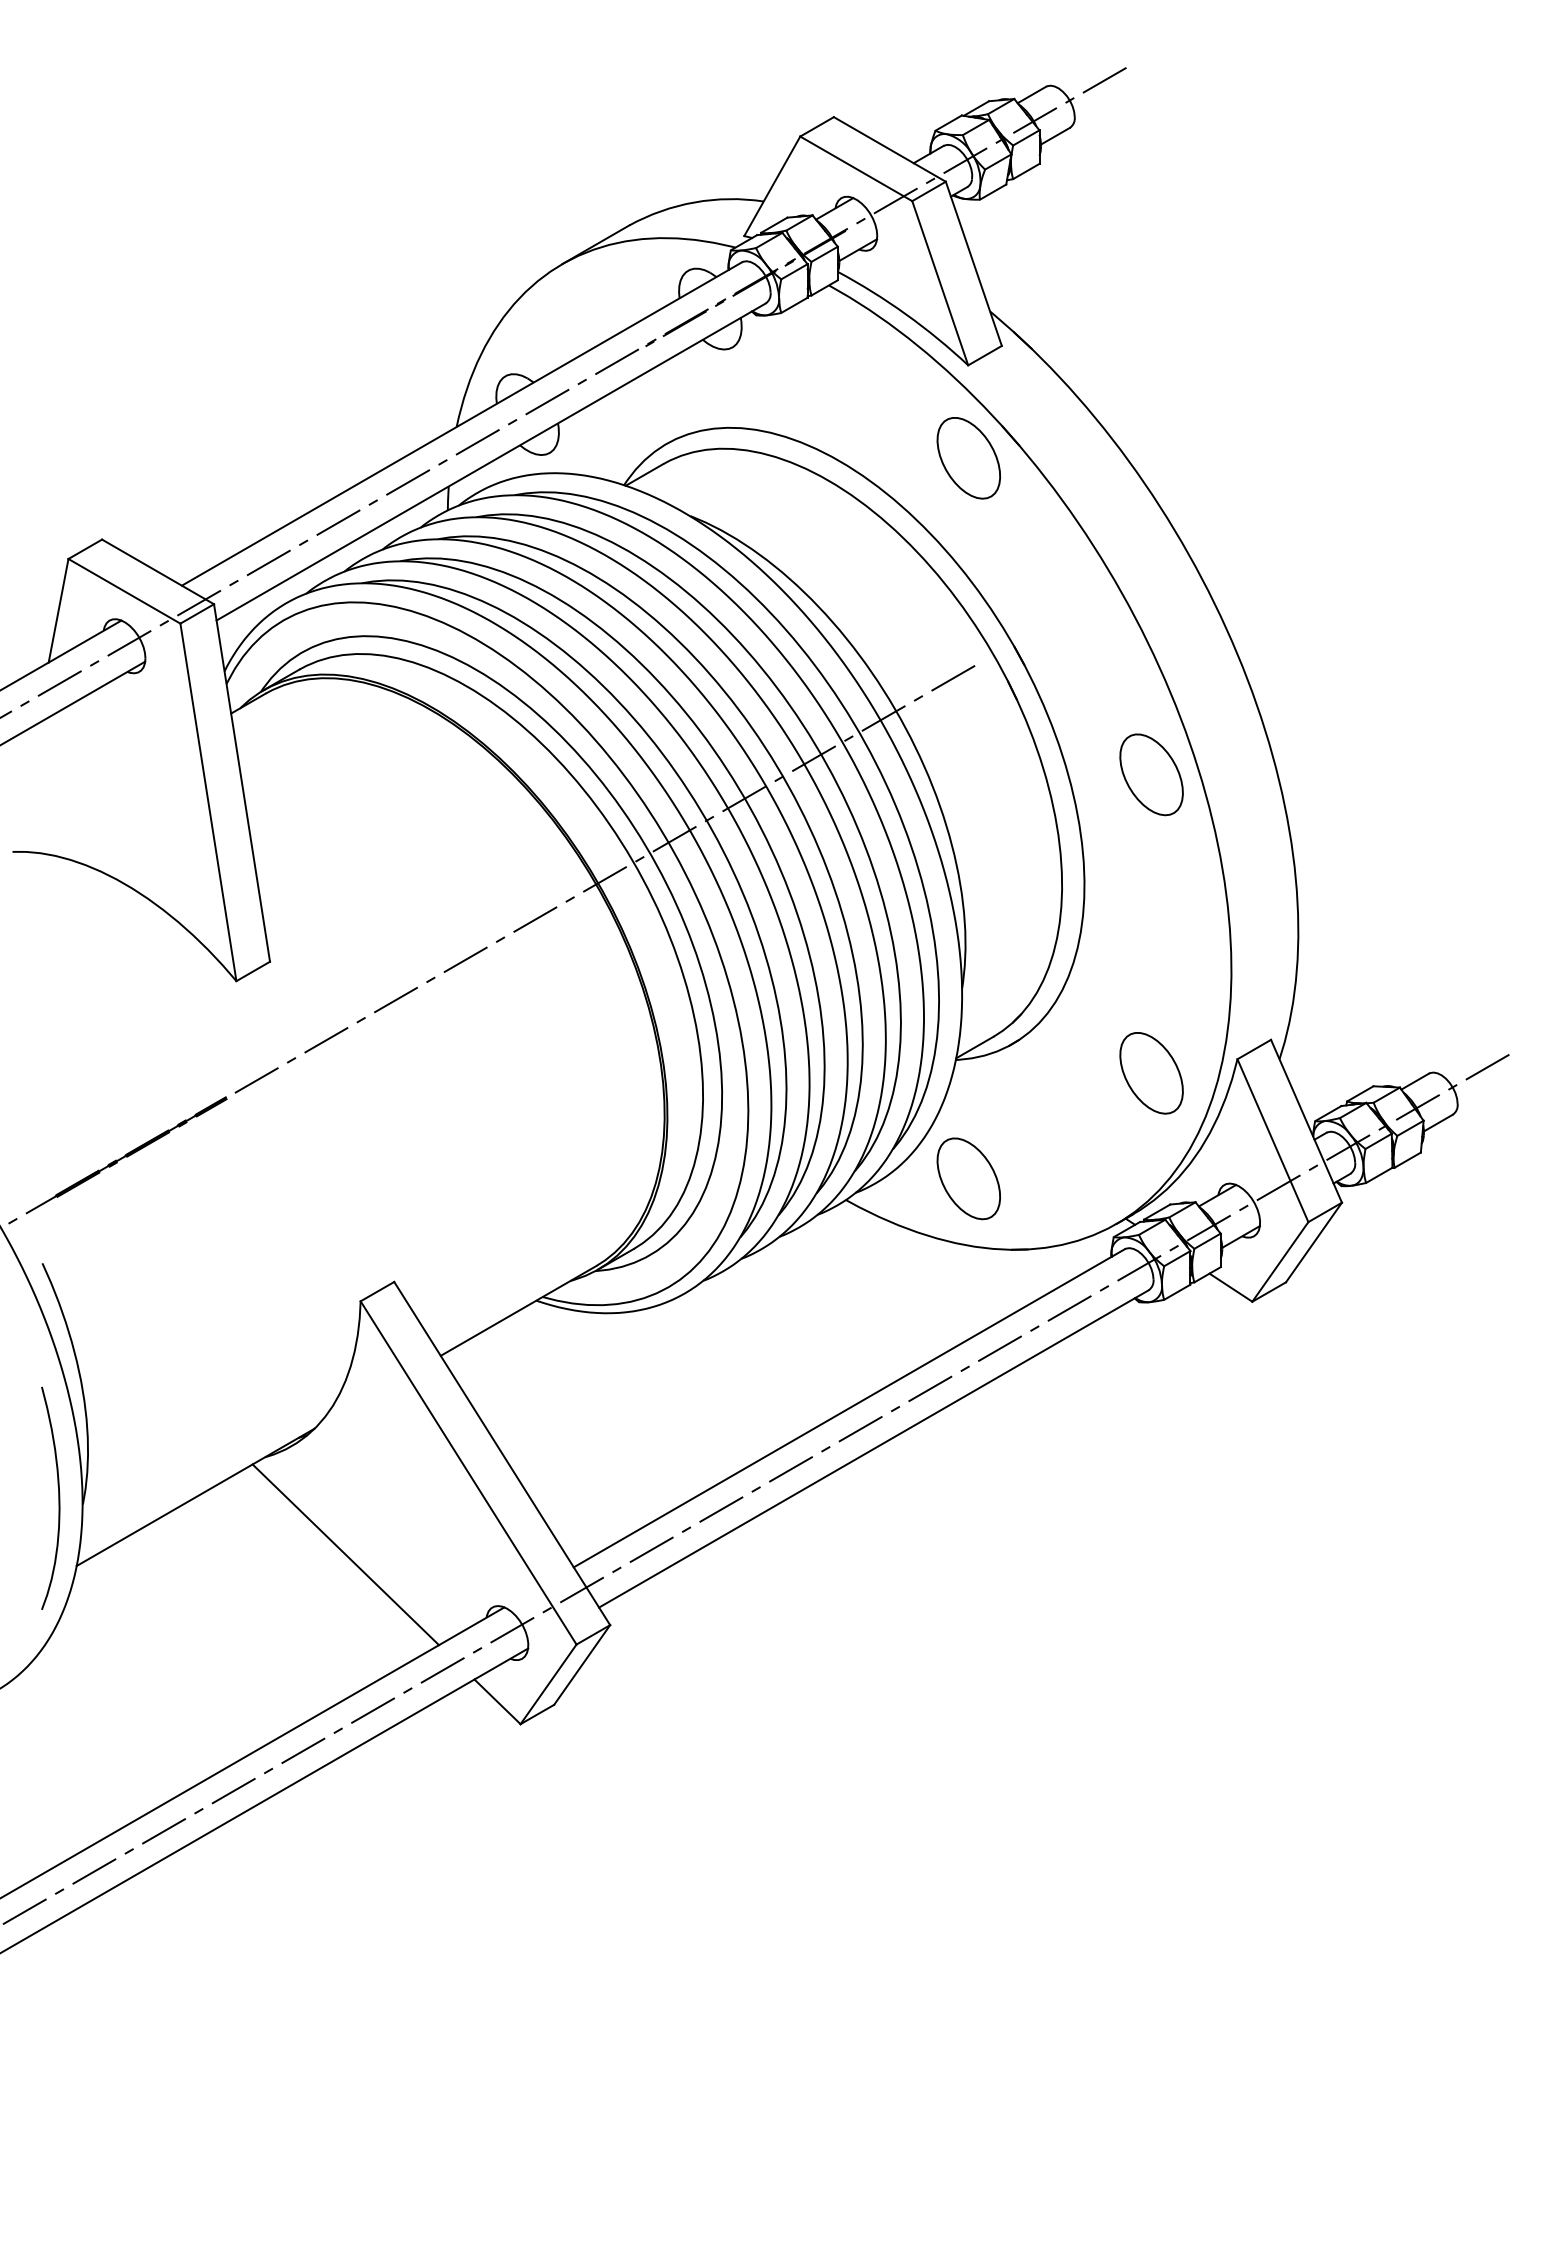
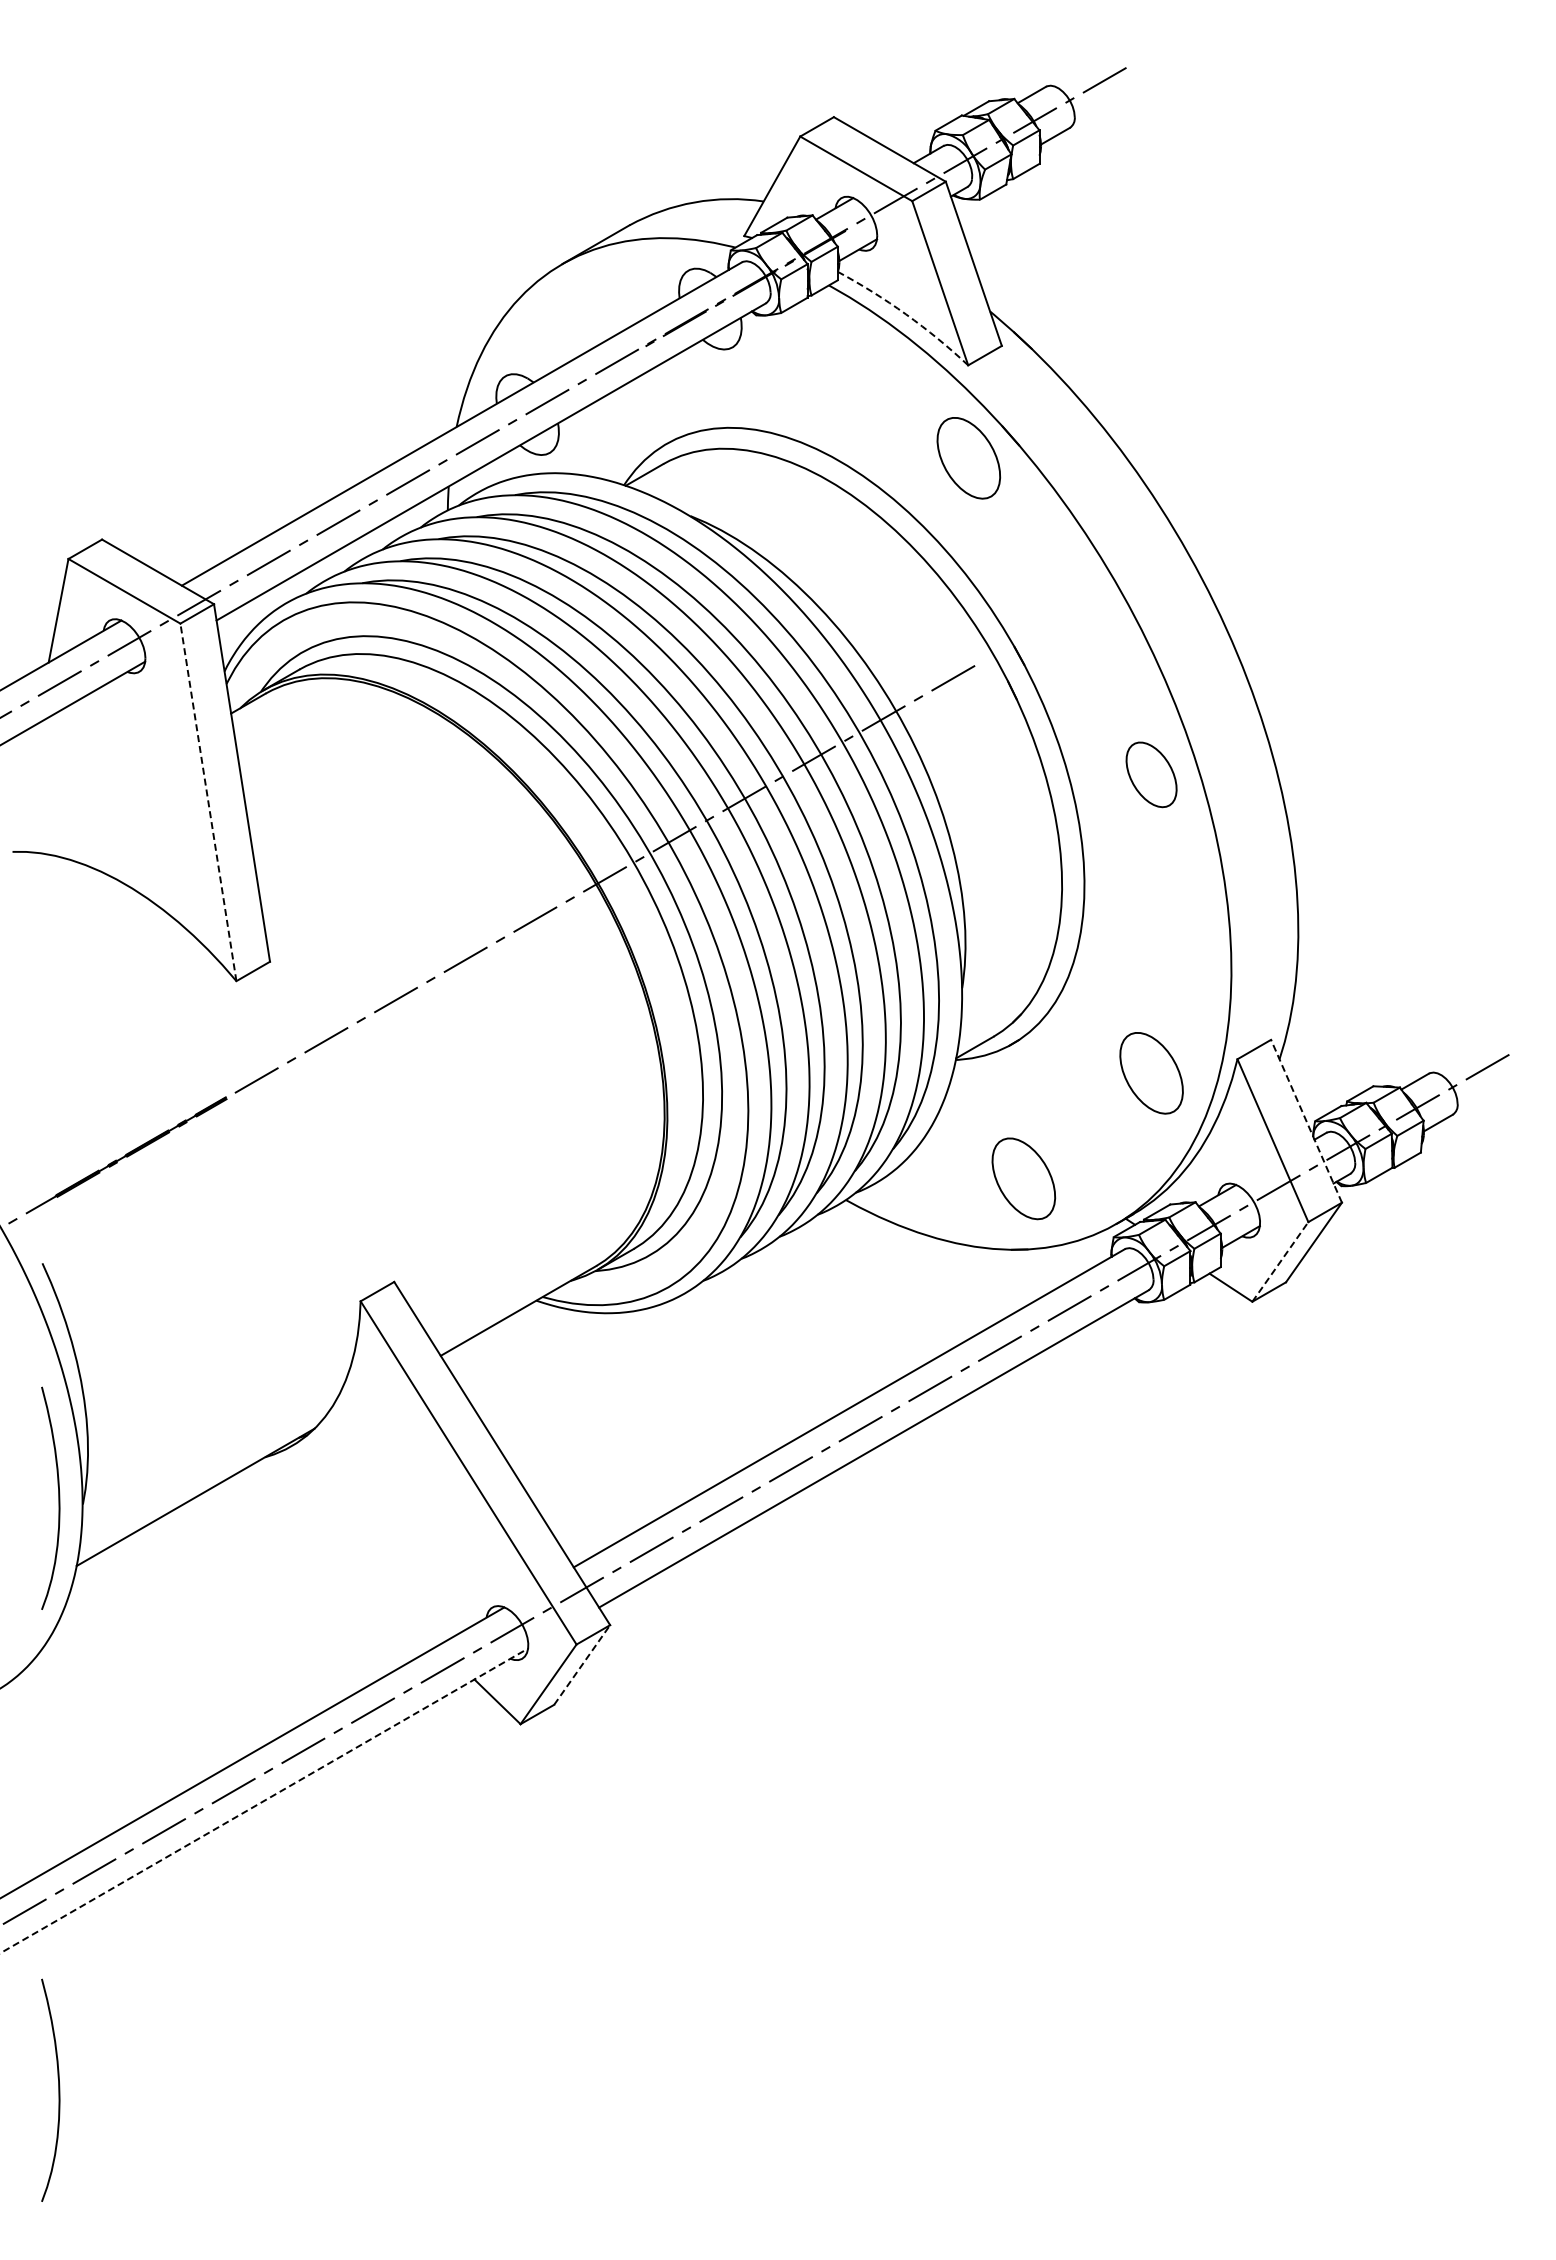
arc at (906, 314): solid -> dashed
part at (1151, 774) size: 65x84 px -> 53x68 px
line at (208, 802): solid -> dashed
line at (1306, 1121): solid -> dashed
part at (968, 1178) position: (968, 1178) -> (1023, 1178)
line at (1280, 1261): solid -> dashed
line at (345, 1554): present -> none
line at (582, 1665): solid -> dashed
line at (264, 1800): solid -> dashed
curve at (58, 2089): none -> present
